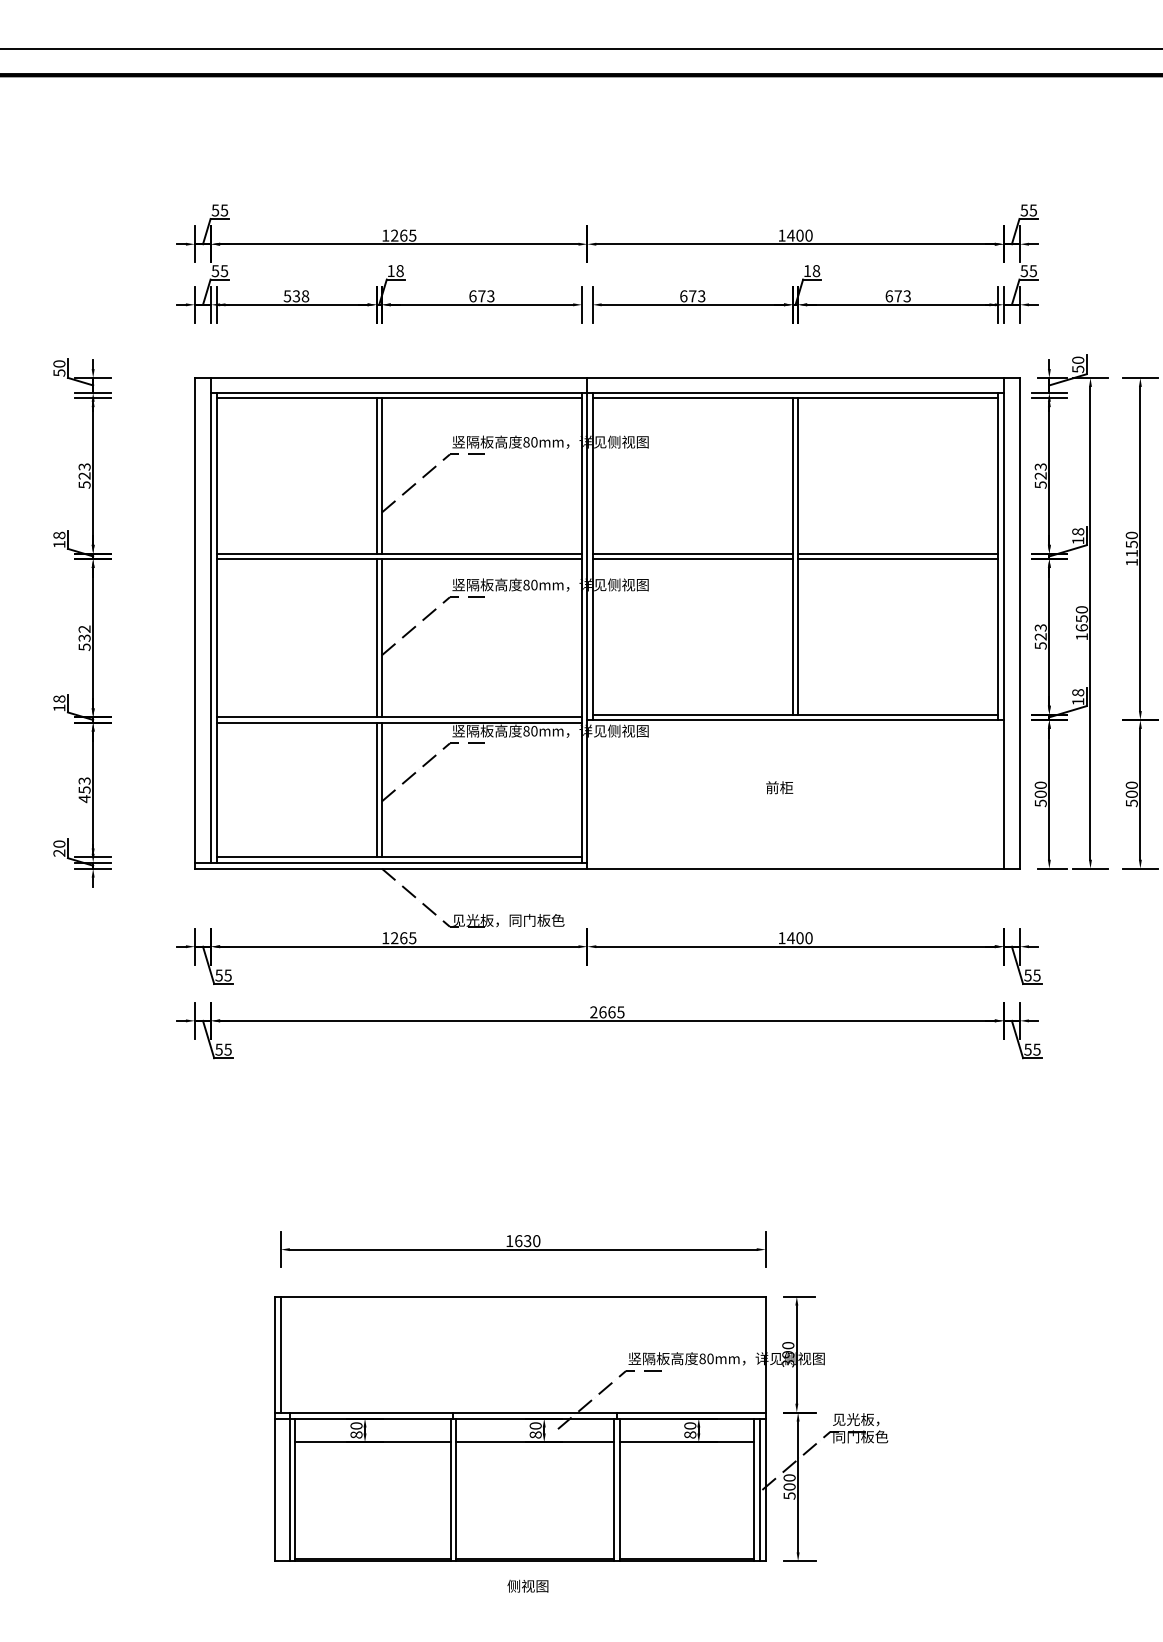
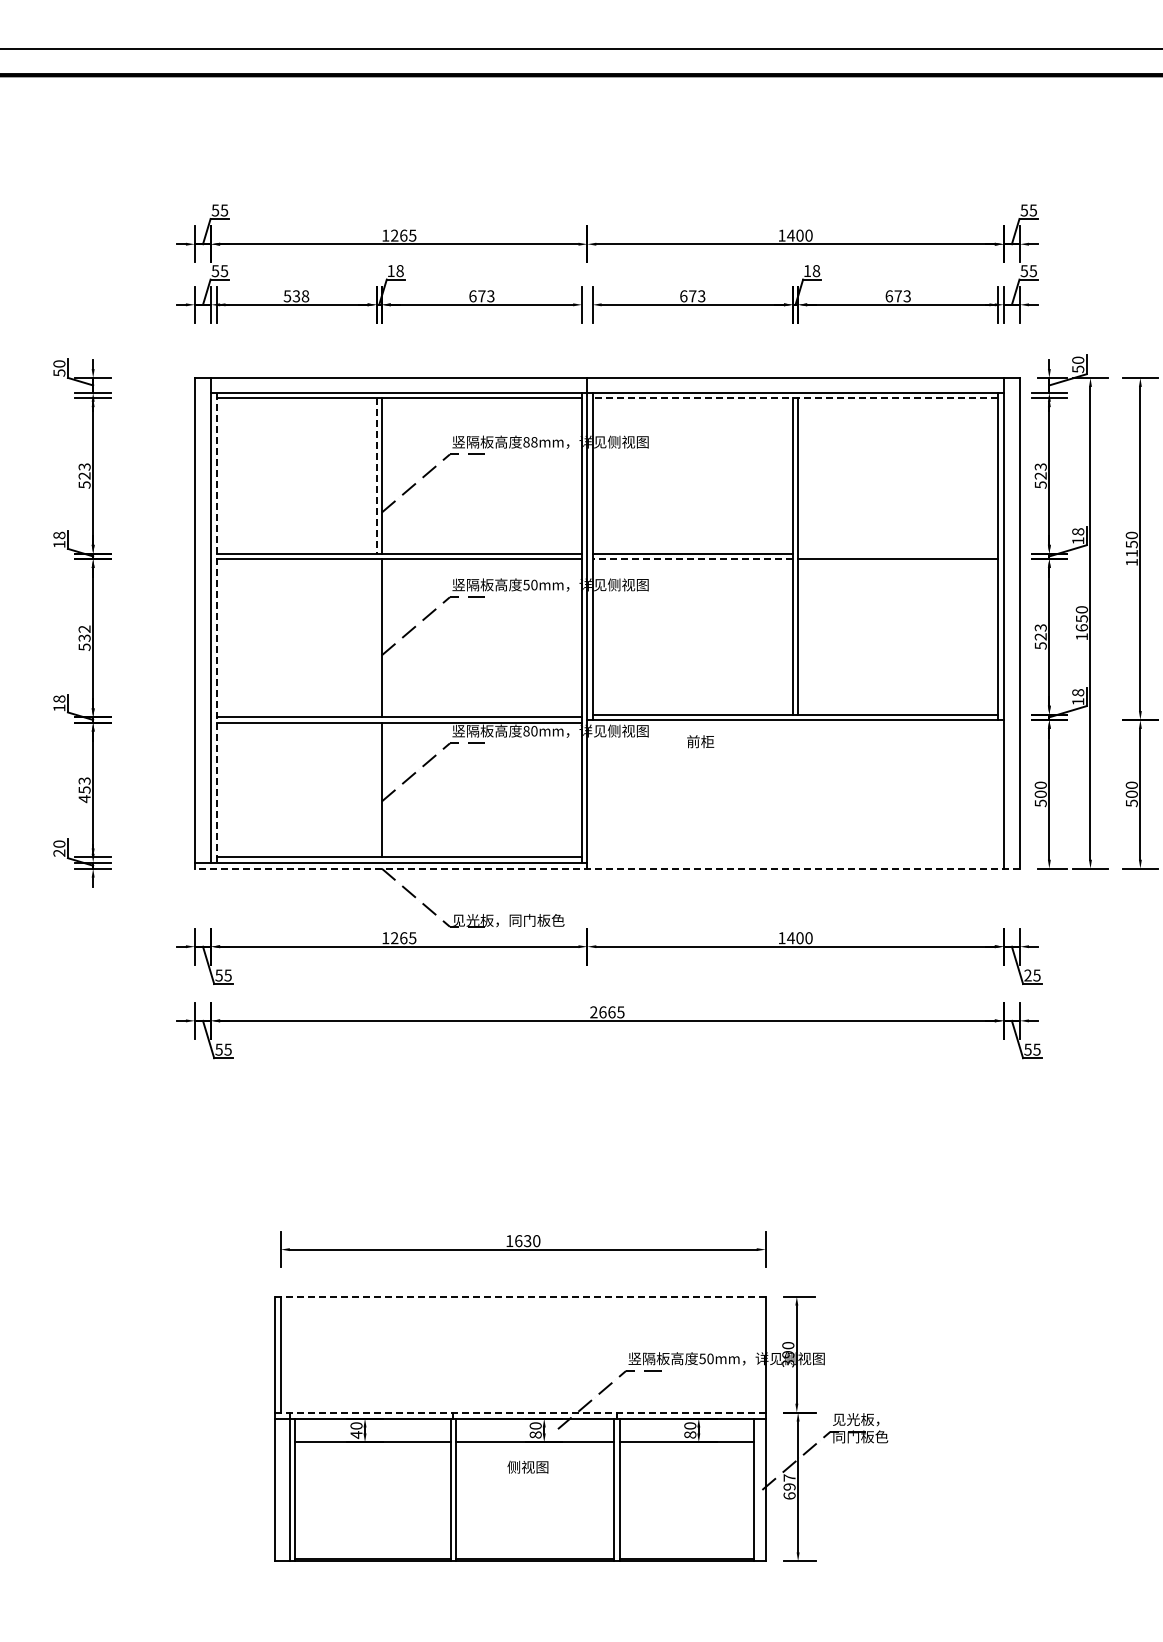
line at (795, 398): solid -> dashed
text at (534, 442): 80mm -> 88mm
line at (376, 476): solid -> dashed
line at (898, 553): present -> none
line at (692, 559): solid -> dashed
text at (526, 584): 80mm -> 50mm
line at (216, 627): solid -> dashed
line at (376, 638): present -> none
text at (779, 787) position: (779, 787) -> (700, 741)
line at (376, 789): present -> none
line at (607, 868): solid -> dashed
text at (1027, 975): 55 -> 25
line at (519, 1296): solid -> dashed
text at (702, 1358): 80mm -> 50mm
line at (519, 1412): solid -> dashed
text at (356, 1435): 80 -> 40
text at (789, 1486): 500 -> 697
line at (759, 1489): present -> none
text at (527, 1585) position: (527, 1585) -> (527, 1466)
